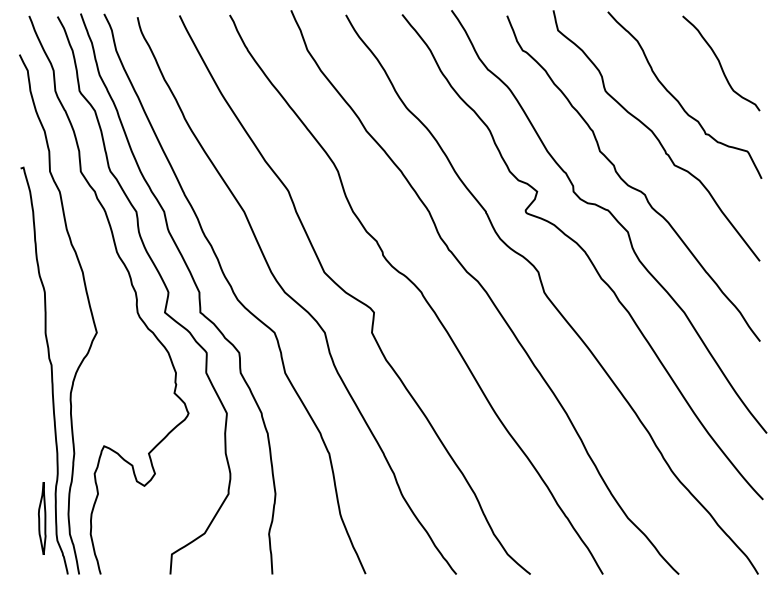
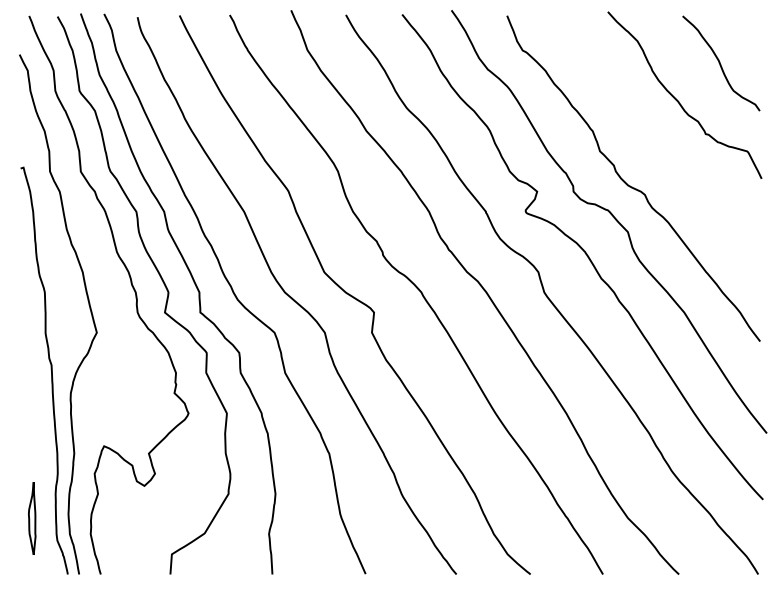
curve at (656, 135): present -> none
part at (42, 518) position: (42, 518) -> (32, 518)
